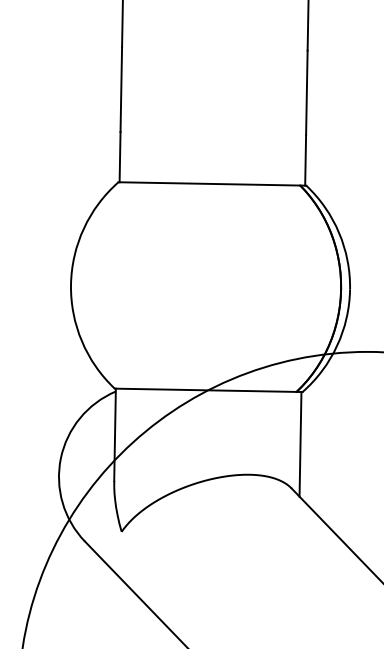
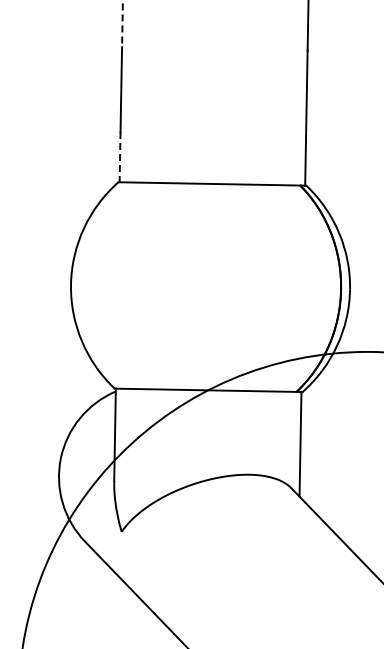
line at (122, 24): solid -> dashed
line at (120, 157): solid -> dashed
